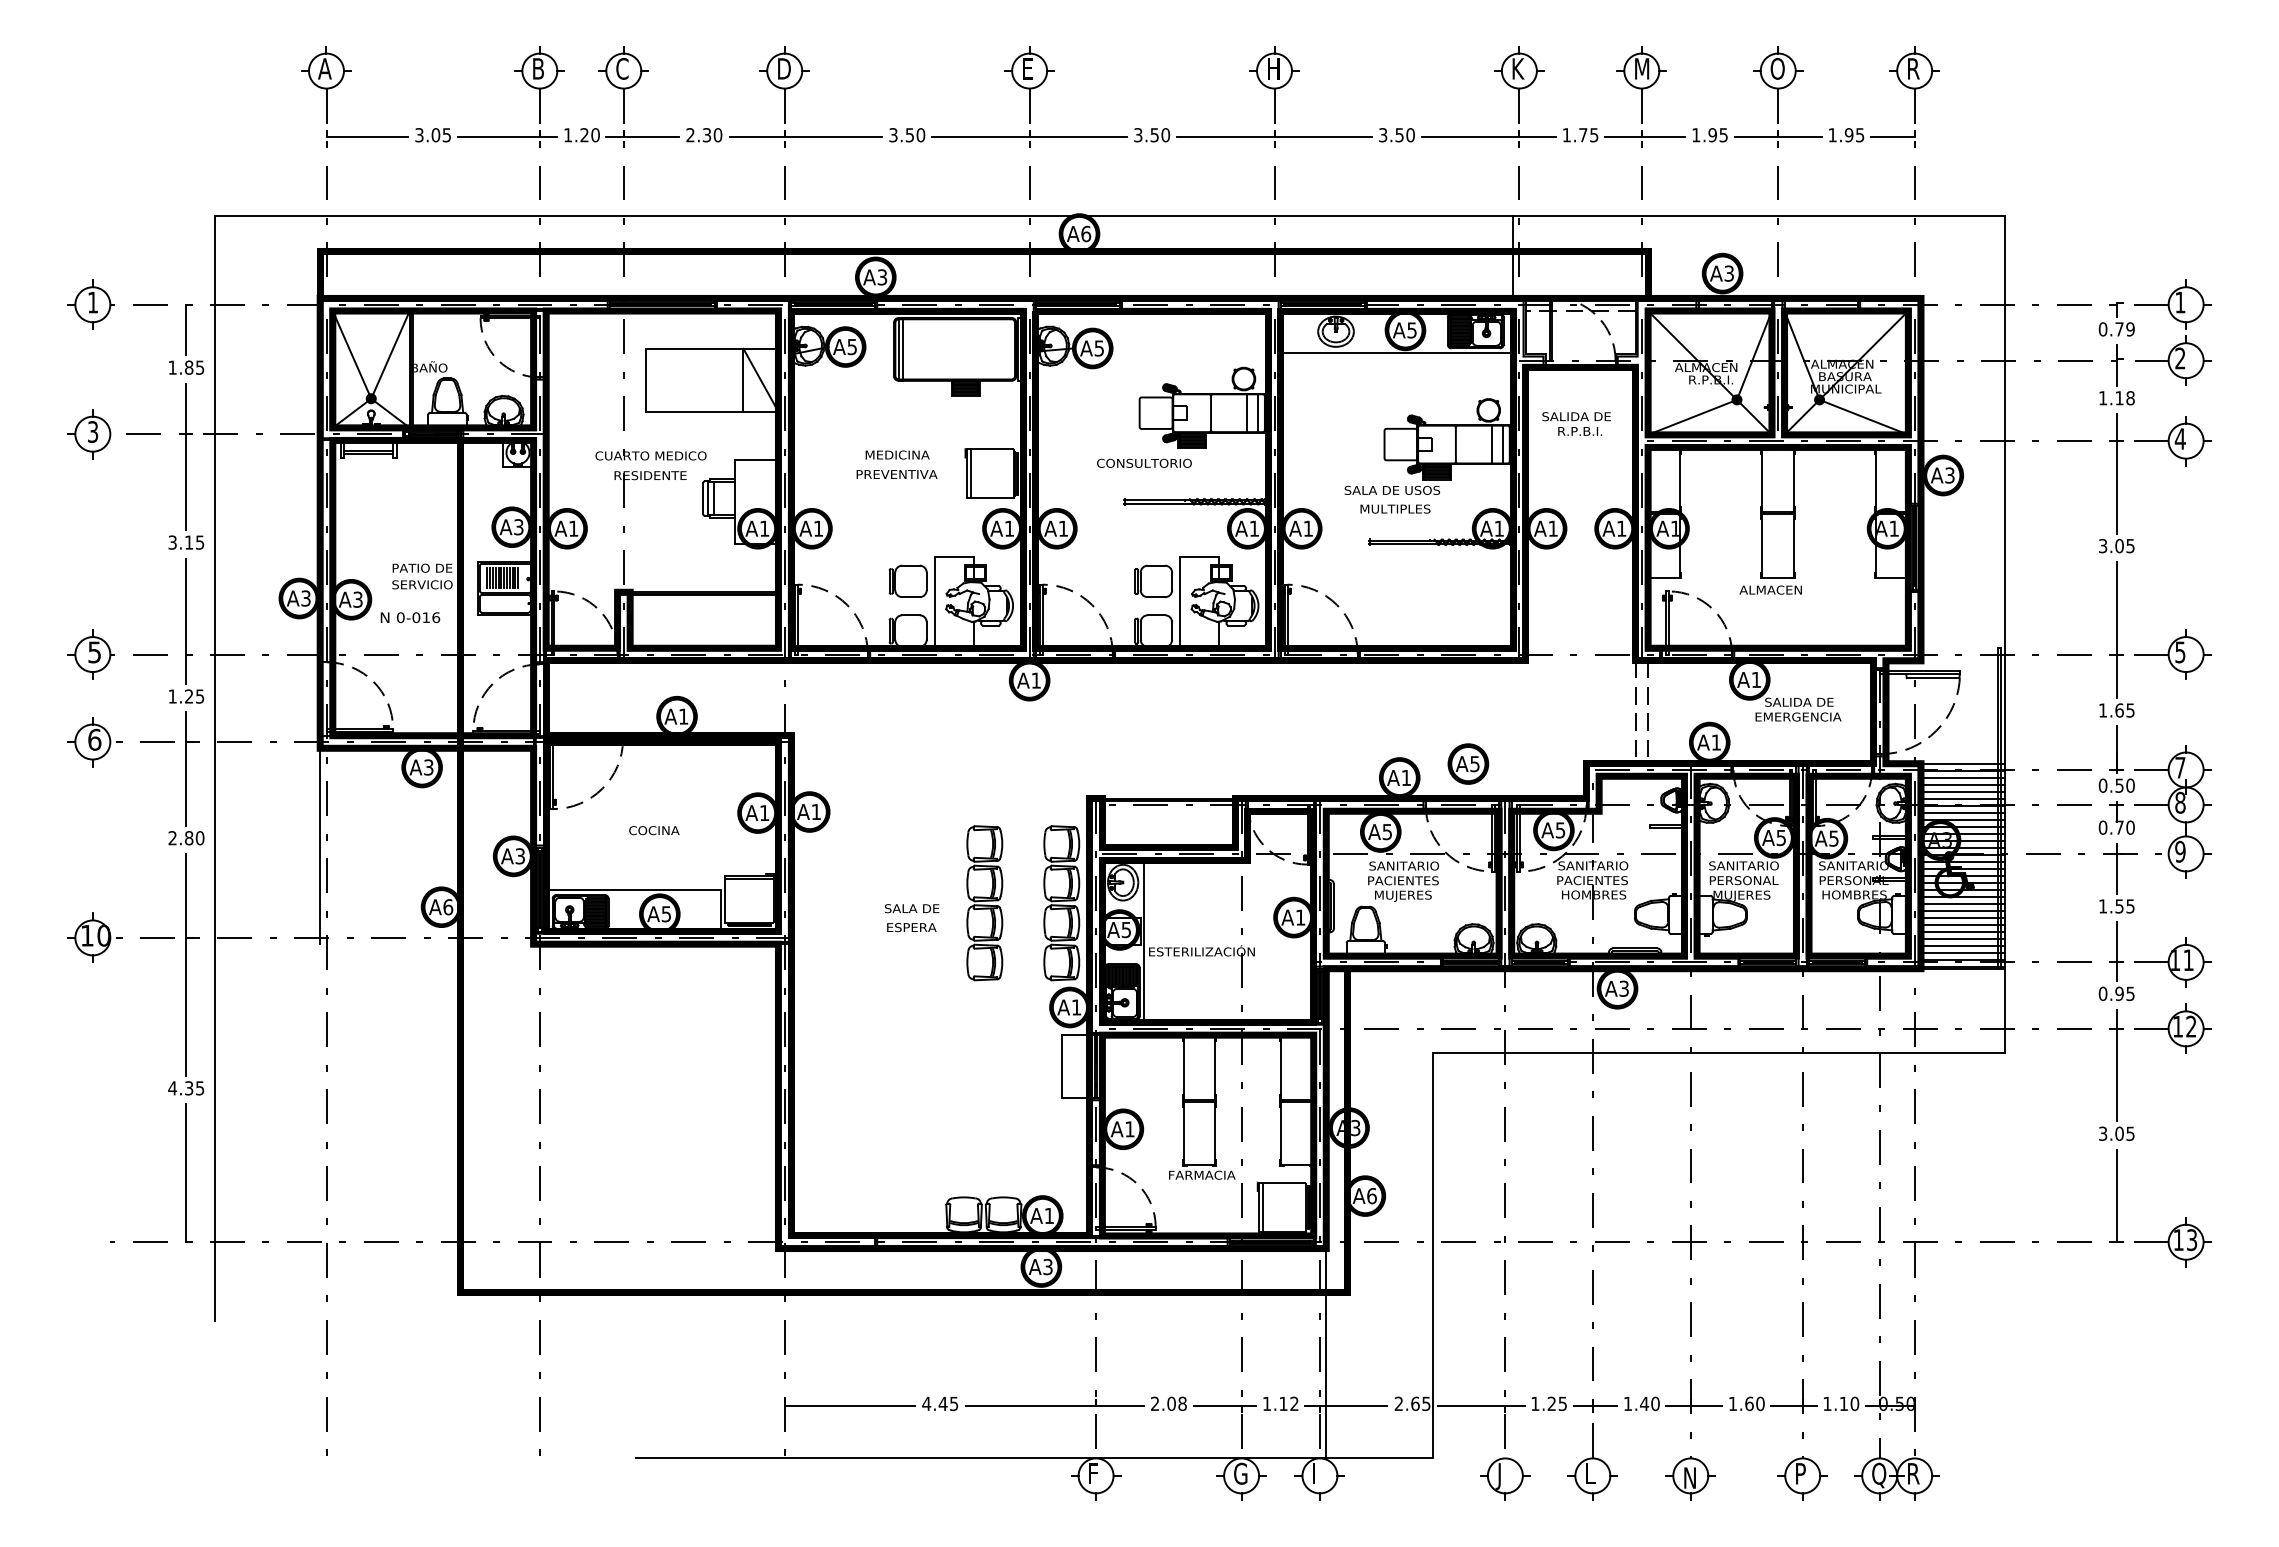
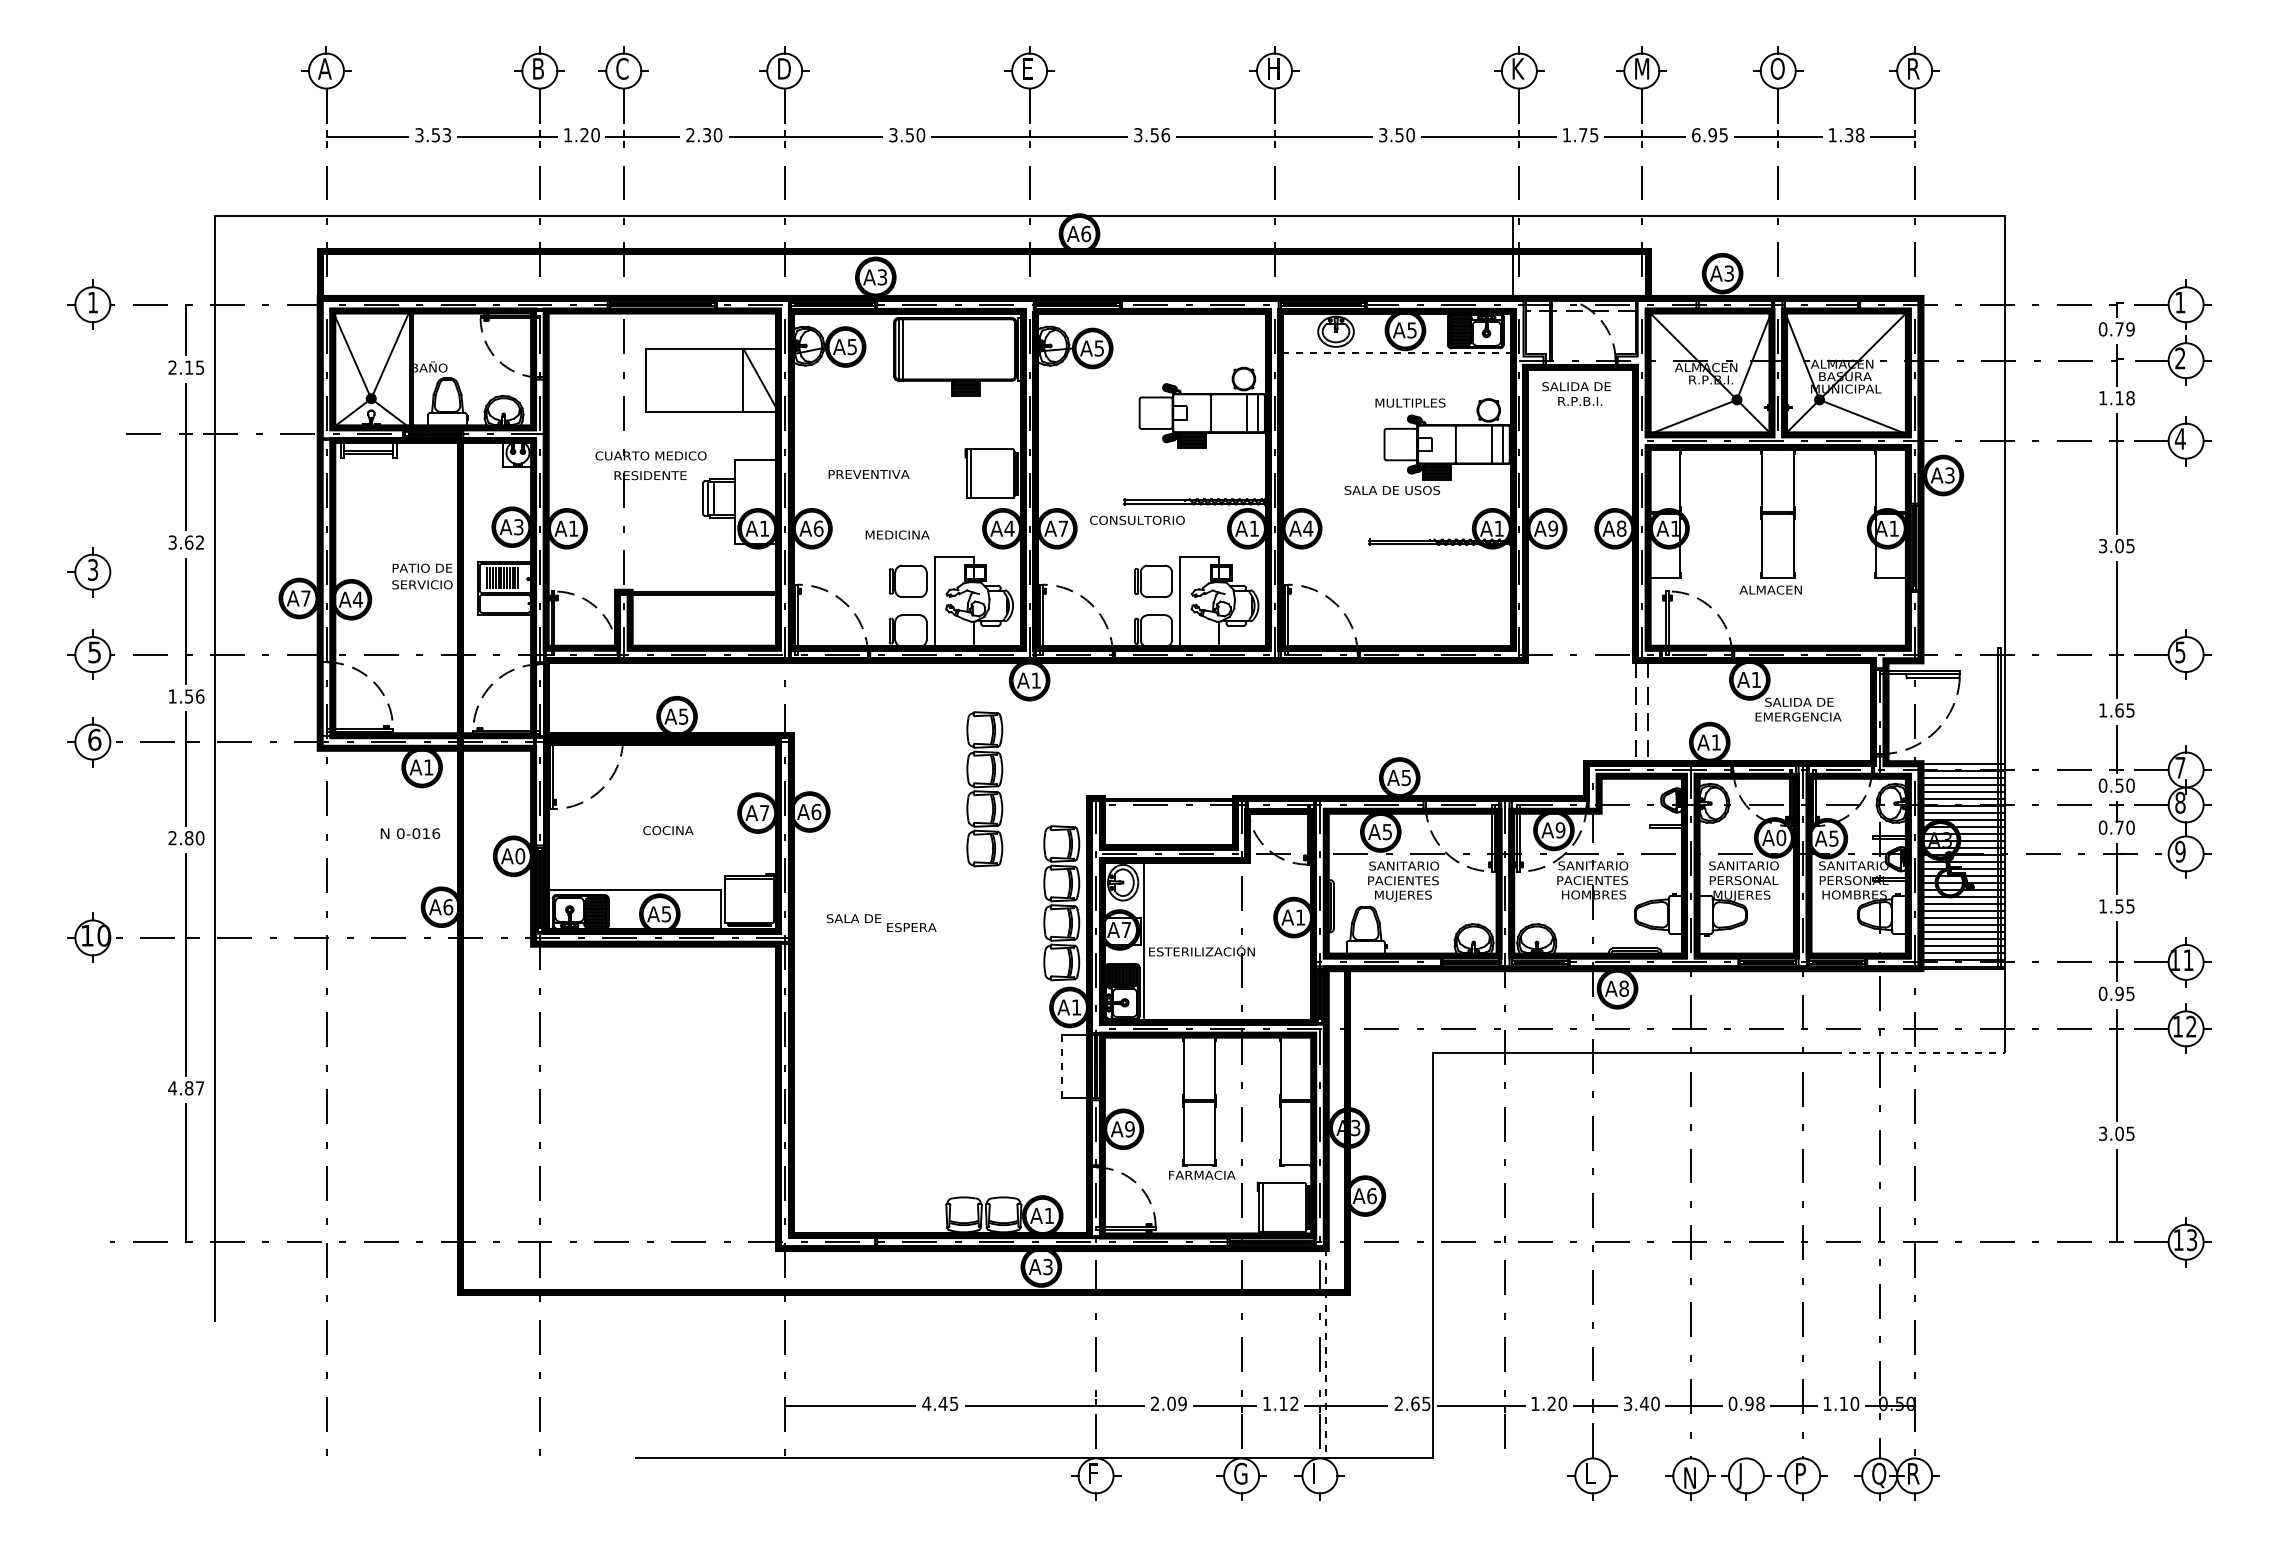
text at (440, 135): 3.05 -> 3.53
text at (1165, 135): 3.50 -> 3.56
text at (1696, 135): 1.95 -> 6.95
text at (1854, 135): 1.95 -> 1.38
line at (1396, 353): solid -> dashed
text at (180, 367): 1.85 -> 2.15
text at (1576, 423) position: (1576, 423) -> (1576, 393)
part at (89, 434) position: (89, 434) -> (89, 572)
text at (897, 454) position: (897, 454) -> (897, 534)
text at (1144, 462) position: (1144, 462) -> (1137, 519)
text at (896, 474) position: (896, 474) -> (868, 474)
text at (1395, 508) position: (1395, 508) -> (1410, 402)
text at (818, 528): A1 -> A6
text at (1009, 528): A1 -> A4
text at (1063, 528): A1 -> A7
text at (1308, 528): A1 -> A4
text at (1553, 528): A1 -> A9
text at (1621, 528): A1 -> A8
text at (194, 542): 3.15 -> 3.62
text at (305, 598): A3 -> A7
text at (357, 599): A3 -> A4
text at (410, 617) position: (410, 617) -> (410, 833)
text at (194, 696): 1.25 -> 1.56
text at (683, 716): A1 -> A5
part at (1468, 763): present -> none
text at (428, 767): A3 -> A1
text at (1405, 778): A1 -> A5
text at (816, 811): A1 -> A6
text at (764, 812): A1 -> A7
text at (654, 830) position: (654, 830) -> (668, 830)
text at (1560, 830): A5 -> A9
text at (1781, 837): A5 -> A0
line at (320, 846): present -> none
text at (520, 856): A3 -> A0
part at (984, 903) position: (984, 903) -> (984, 789)
text at (911, 908) position: (911, 908) -> (853, 918)
text at (1125, 930): A5 -> A7
text at (1624, 988): A3 -> A8
line at (1920, 1052): solid -> dashed
line at (1061, 1066): solid -> dashed
text at (194, 1088): 4.35 -> 4.87
text at (1129, 1129): A1 -> A9
line at (1326, 1353): solid -> dashed
text at (1182, 1403): 2.08 -> 2.09
text at (1562, 1403): 1.25 -> 1.20
text at (1628, 1403): 1.40 -> 3.40
text at (1746, 1403): 1.60 -> 0.98
part at (1505, 1478) position: (1505, 1478) -> (1746, 1478)
